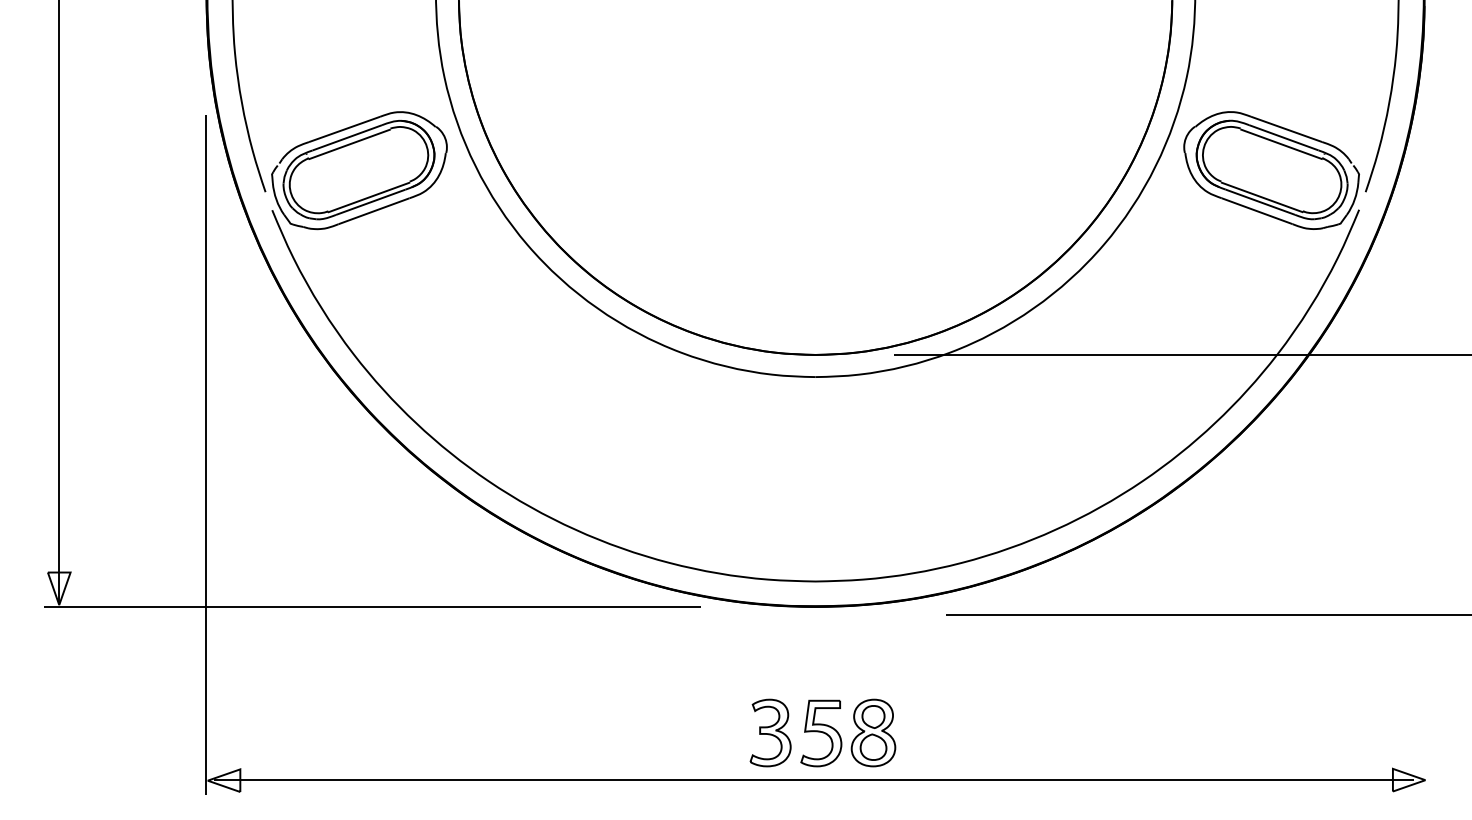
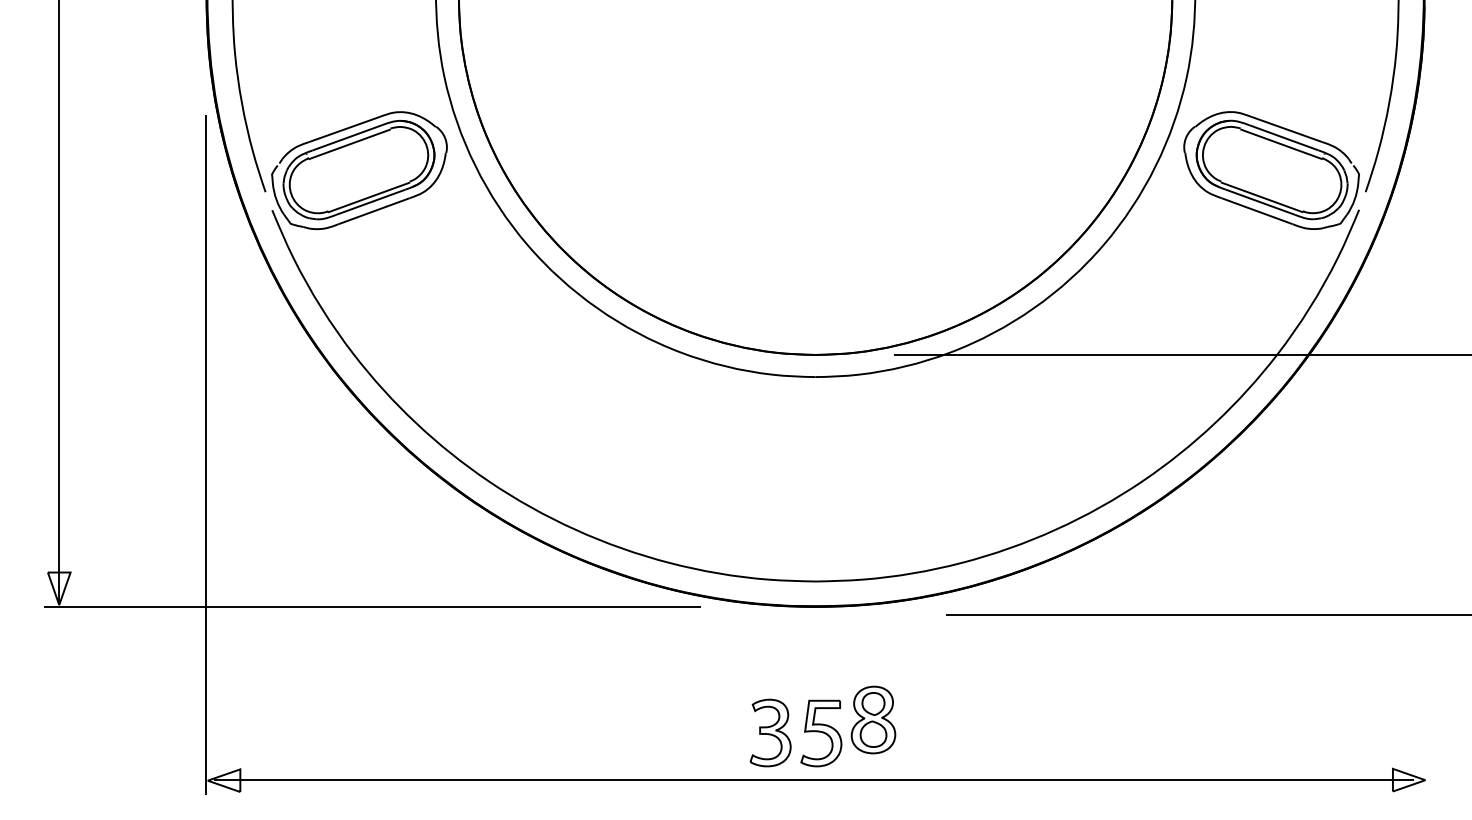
part at (873, 732) position: (873, 732) -> (873, 719)
